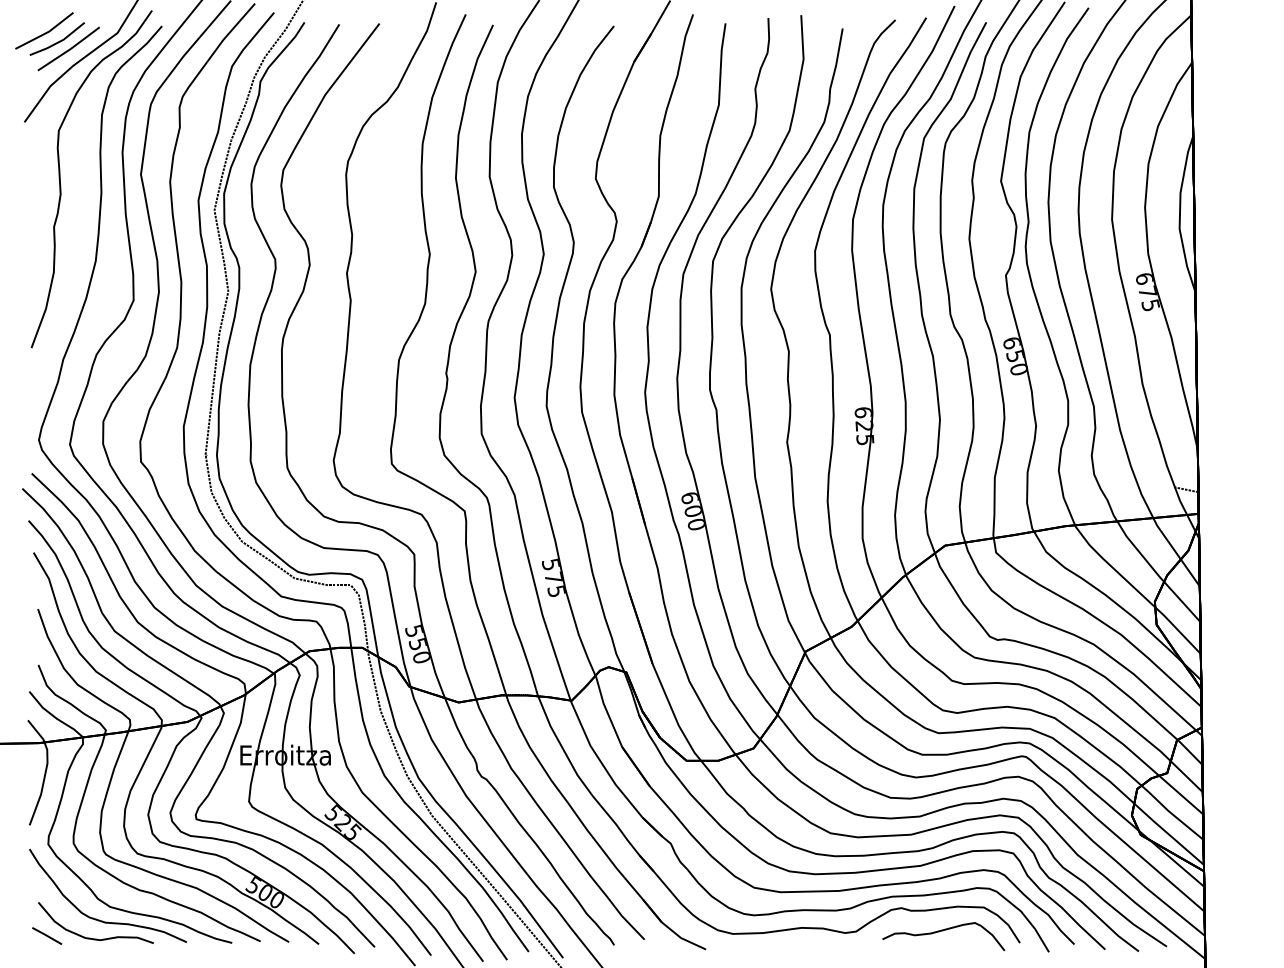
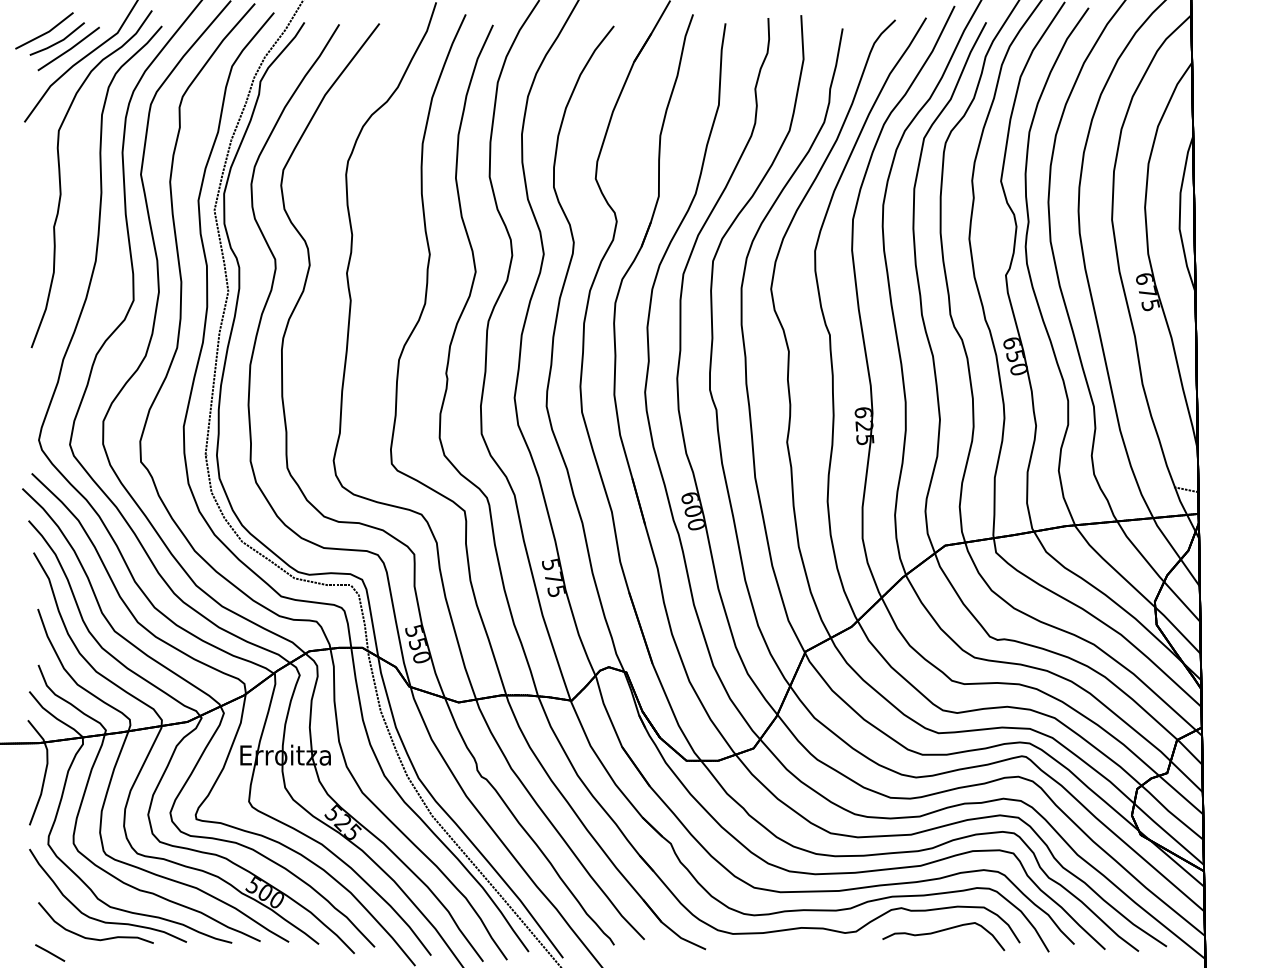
line at (47, 935) position: (47, 935) -> (50, 952)
